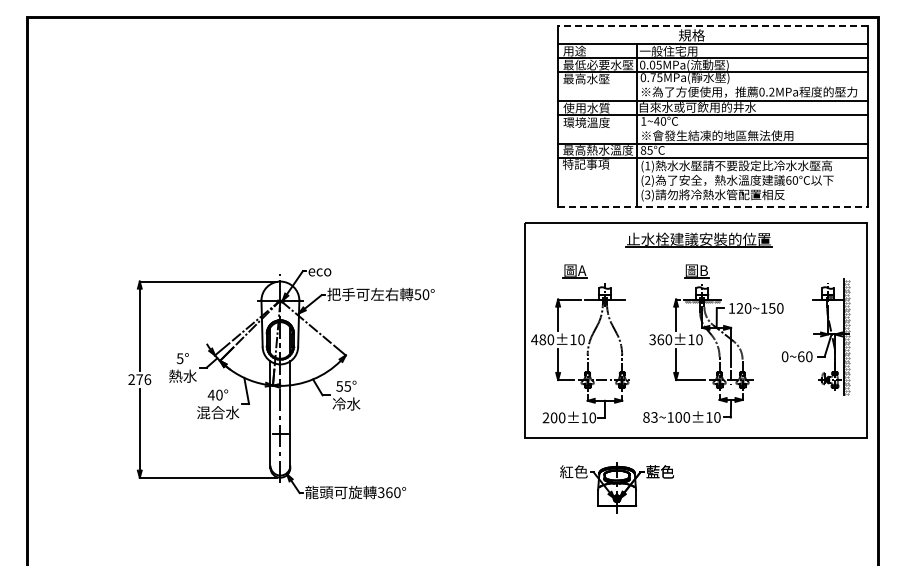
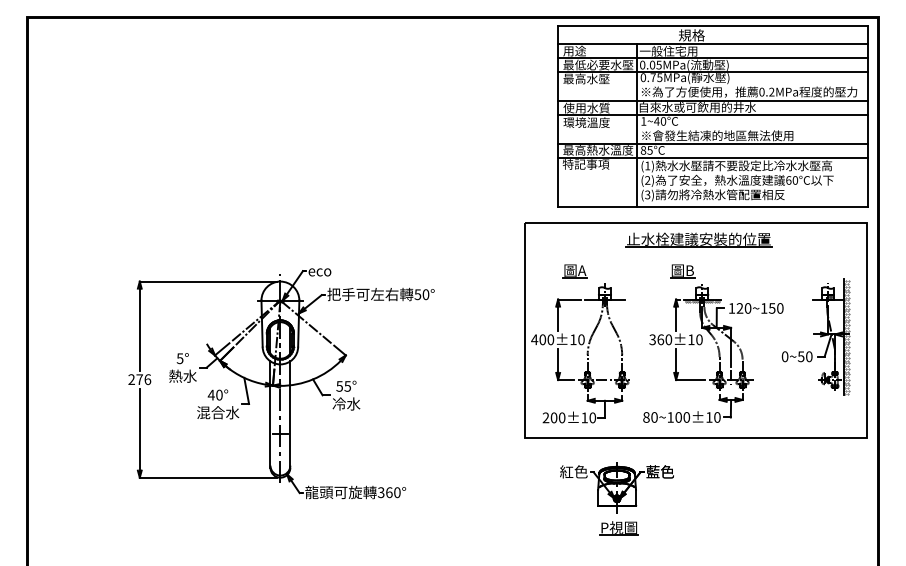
line at (712, 26): dashed -> solid
line at (713, 207): dashed -> solid
part at (696, 271) position: (696, 271) -> (682, 271)
text at (542, 339): 480±10 -> 400±10
text at (800, 356): 0~60 -> 0~50
text at (654, 417): 83~100±10 -> 80~100±10
part at (618, 528): none -> present
